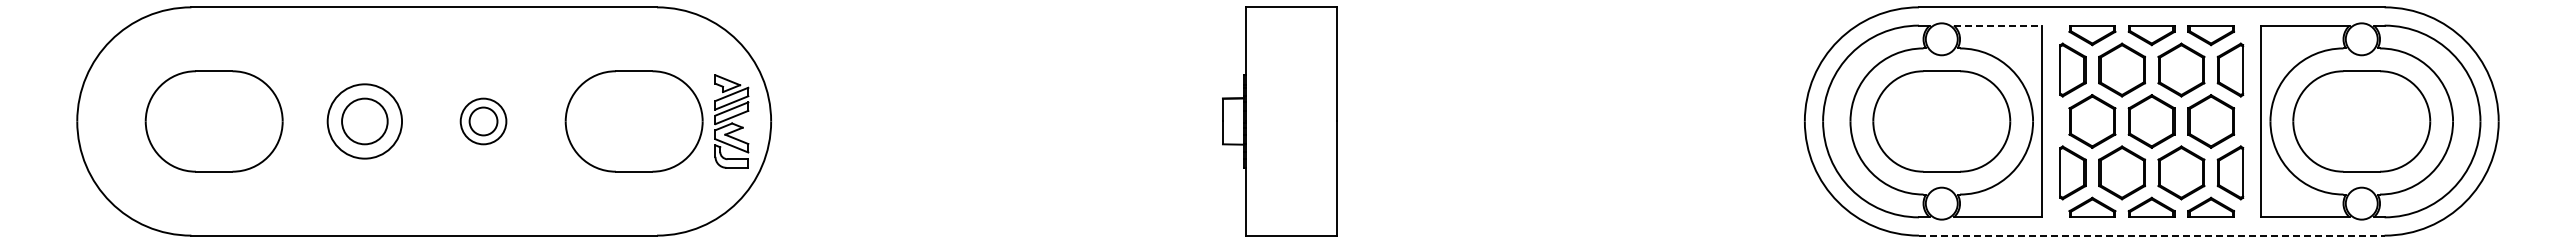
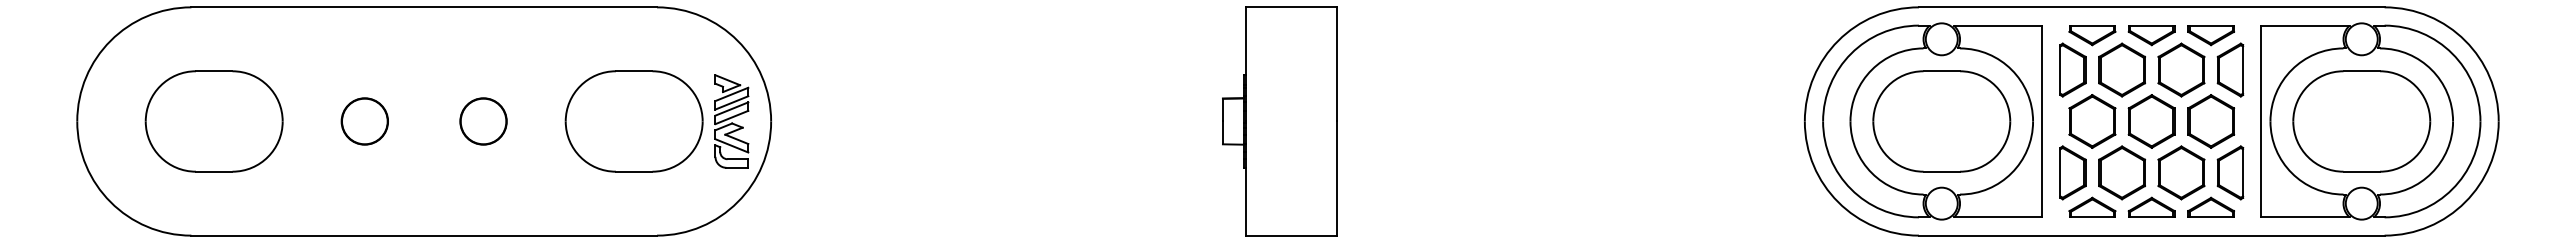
line at (1998, 25): dashed -> solid
circle at (364, 121) diameter: 74 px -> 46 px
circle at (483, 121) diameter: 28 px -> 46 px
line at (2151, 235): dashed -> solid
